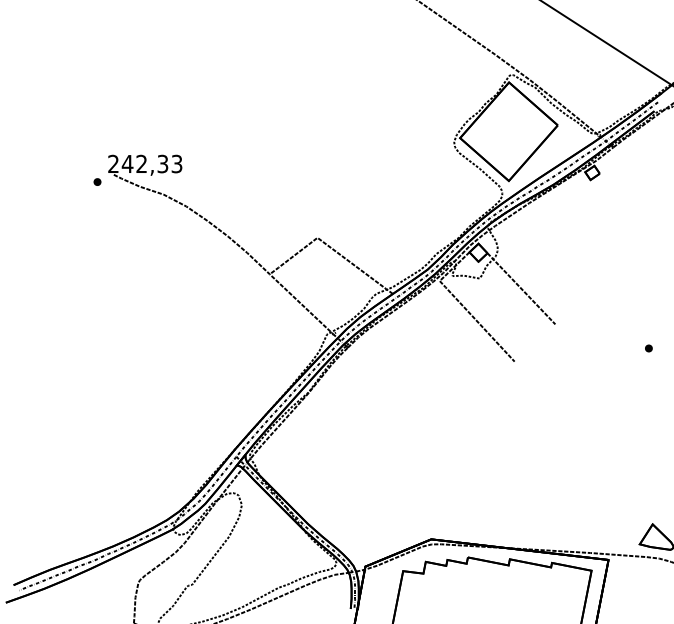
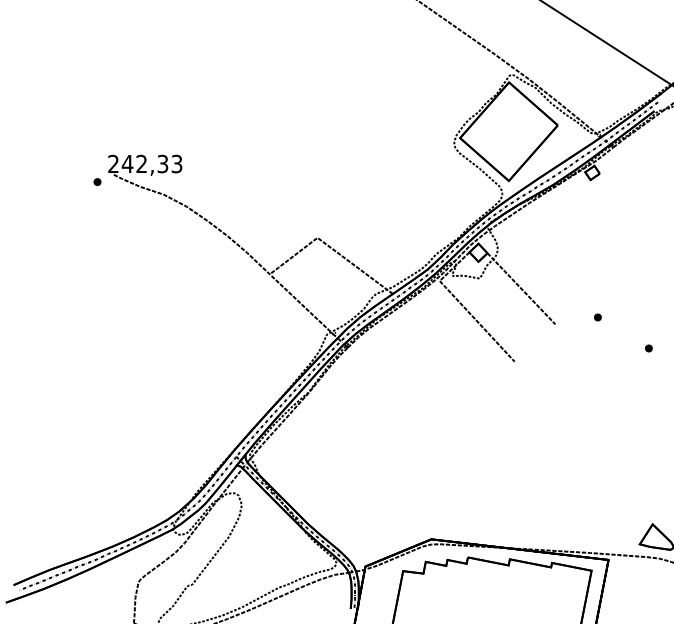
part at (597, 317): none -> present
